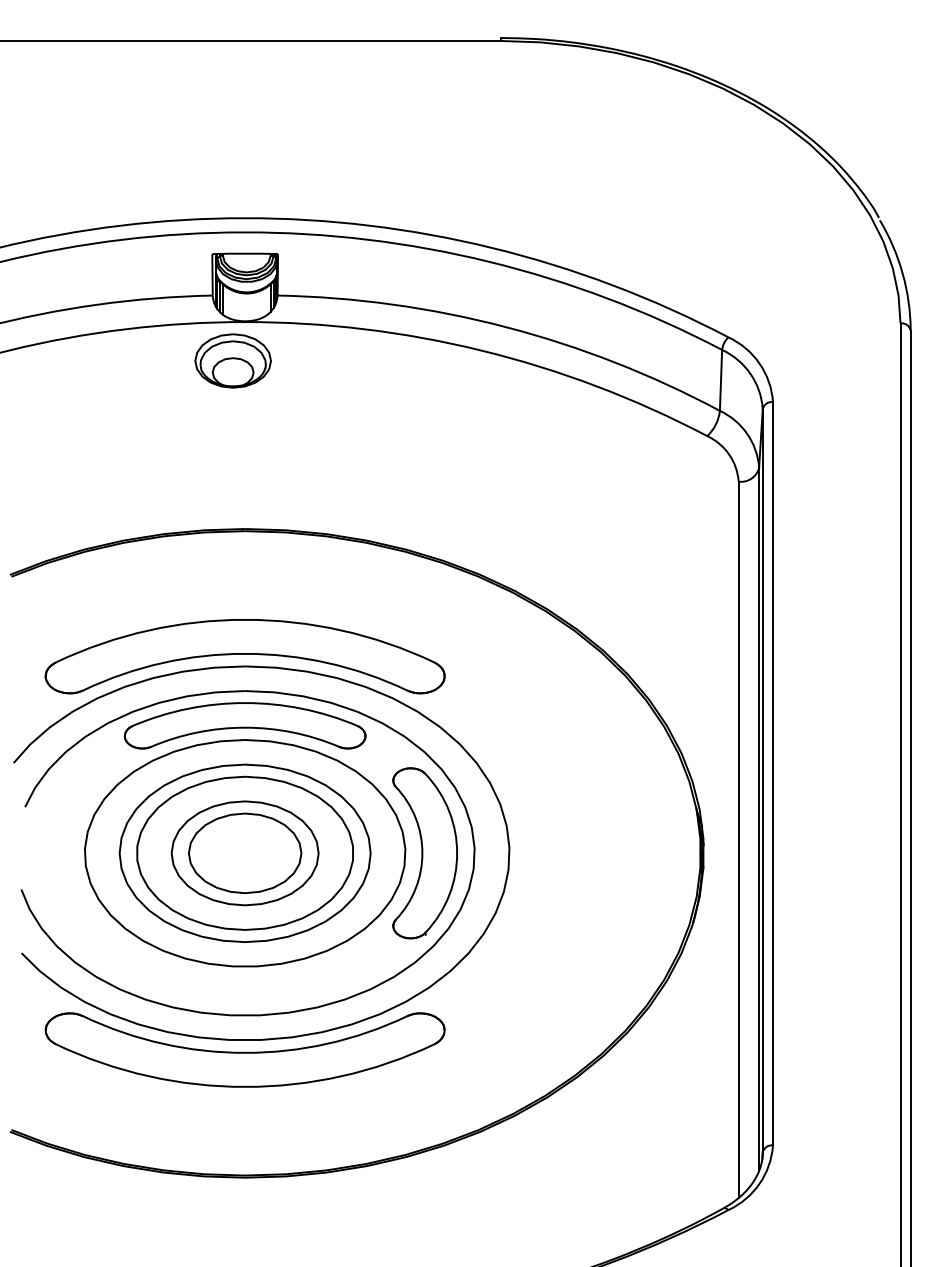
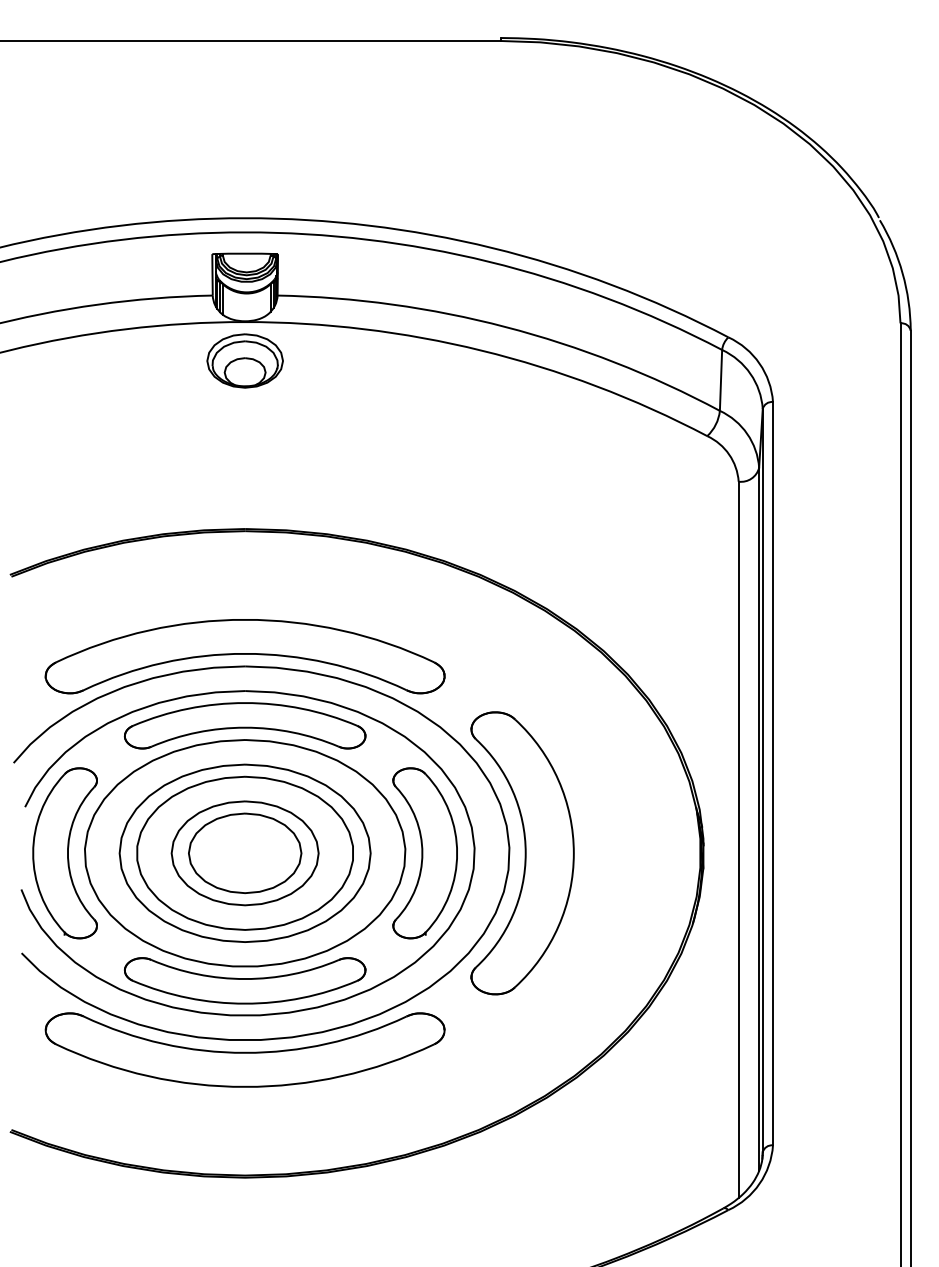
part at (232, 360) position: (232, 360) -> (244, 360)
part at (64, 853): none -> present
part at (522, 853): none -> present
part at (245, 980): none -> present
